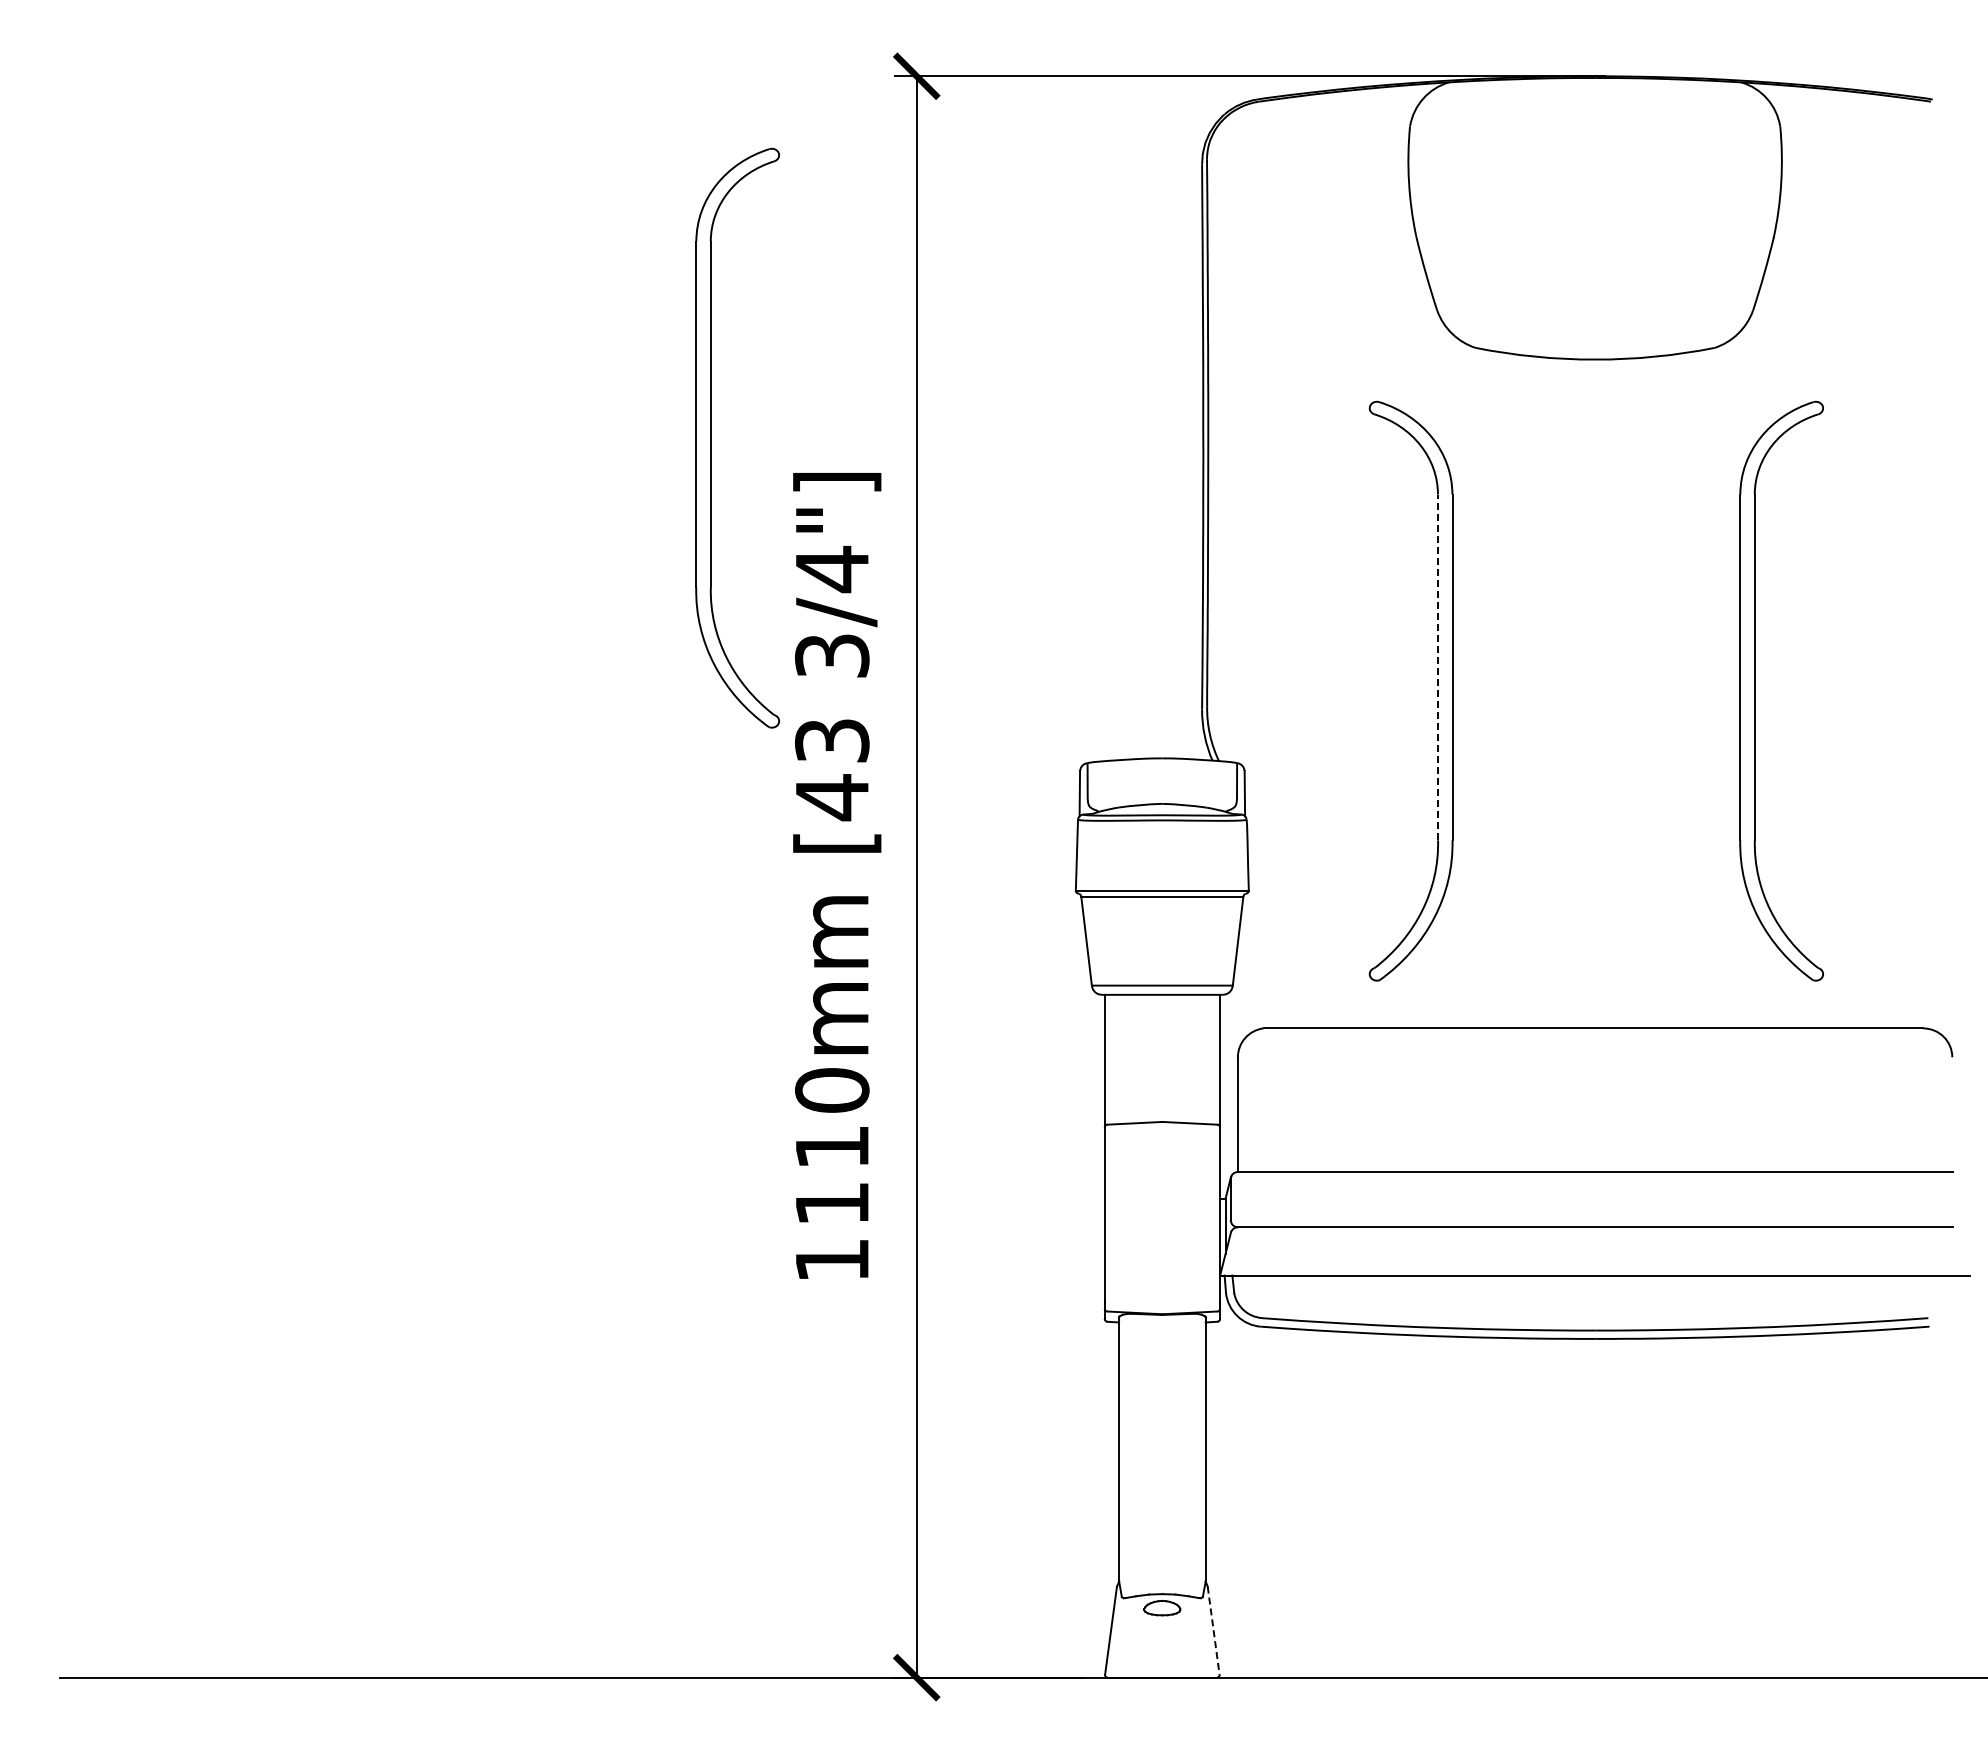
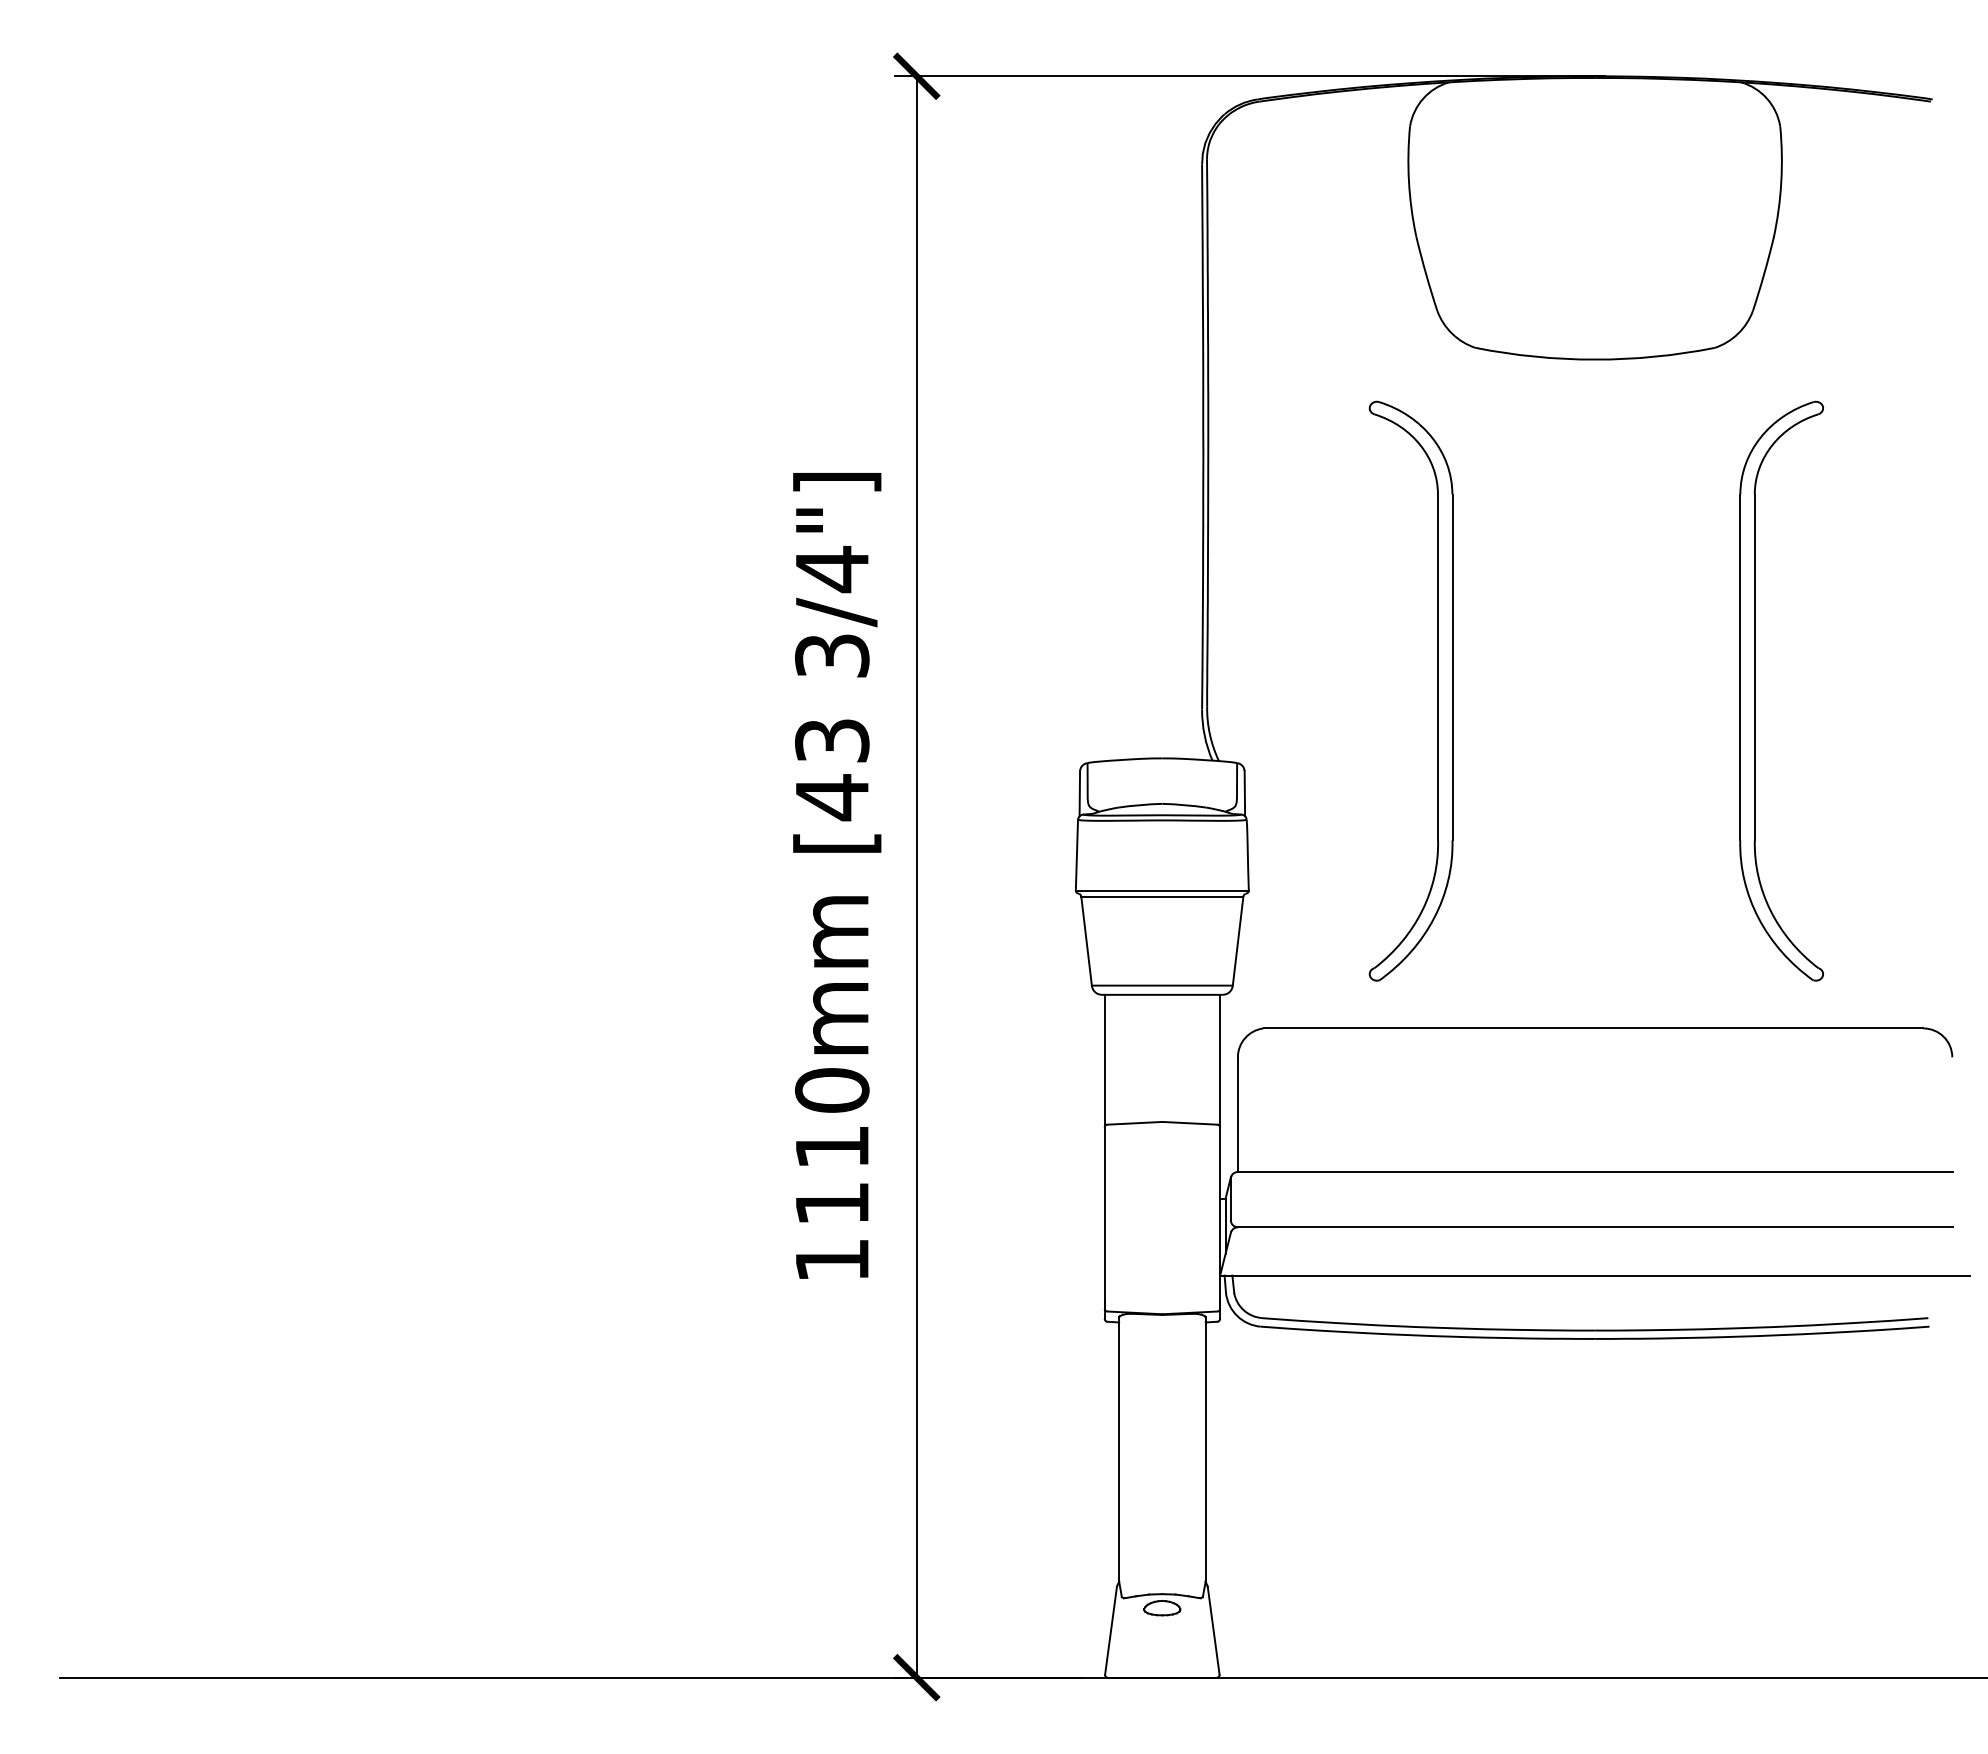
part at (711, 437): present -> none
line at (1438, 667): dashed -> solid
line at (1213, 1631): dashed -> solid
